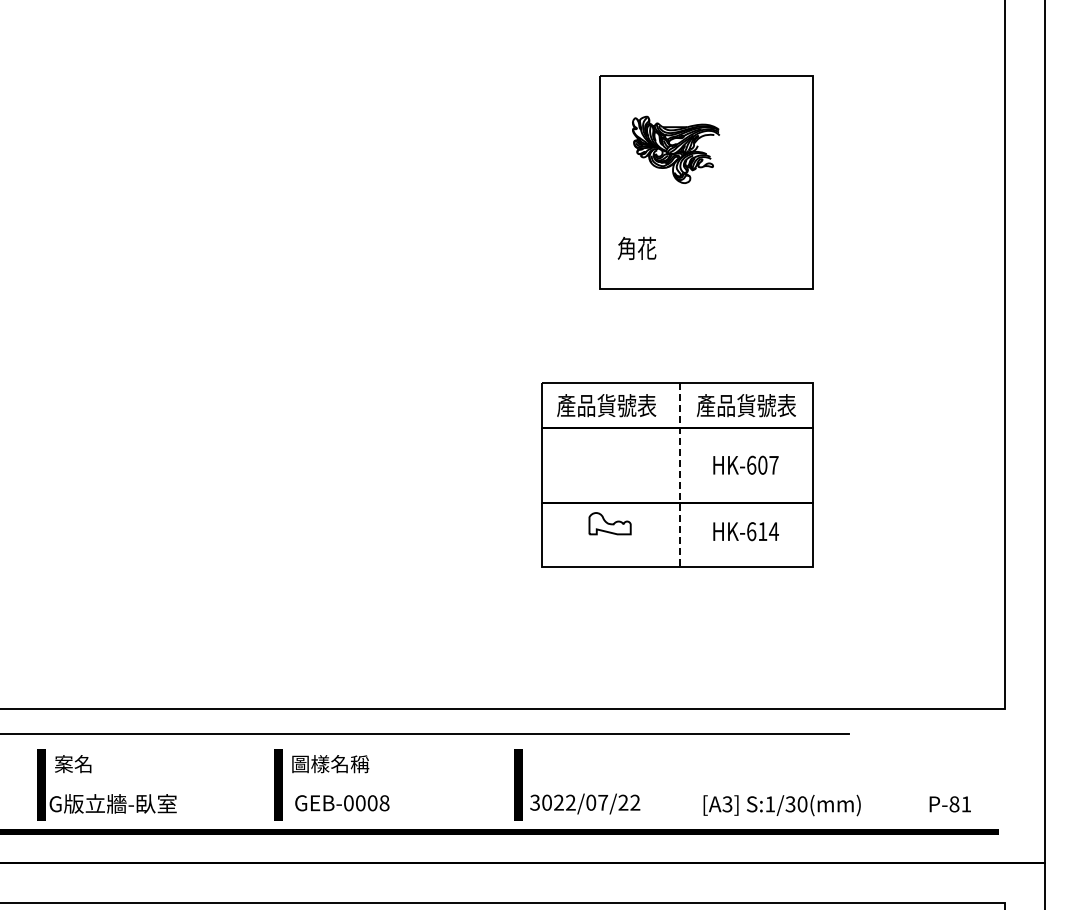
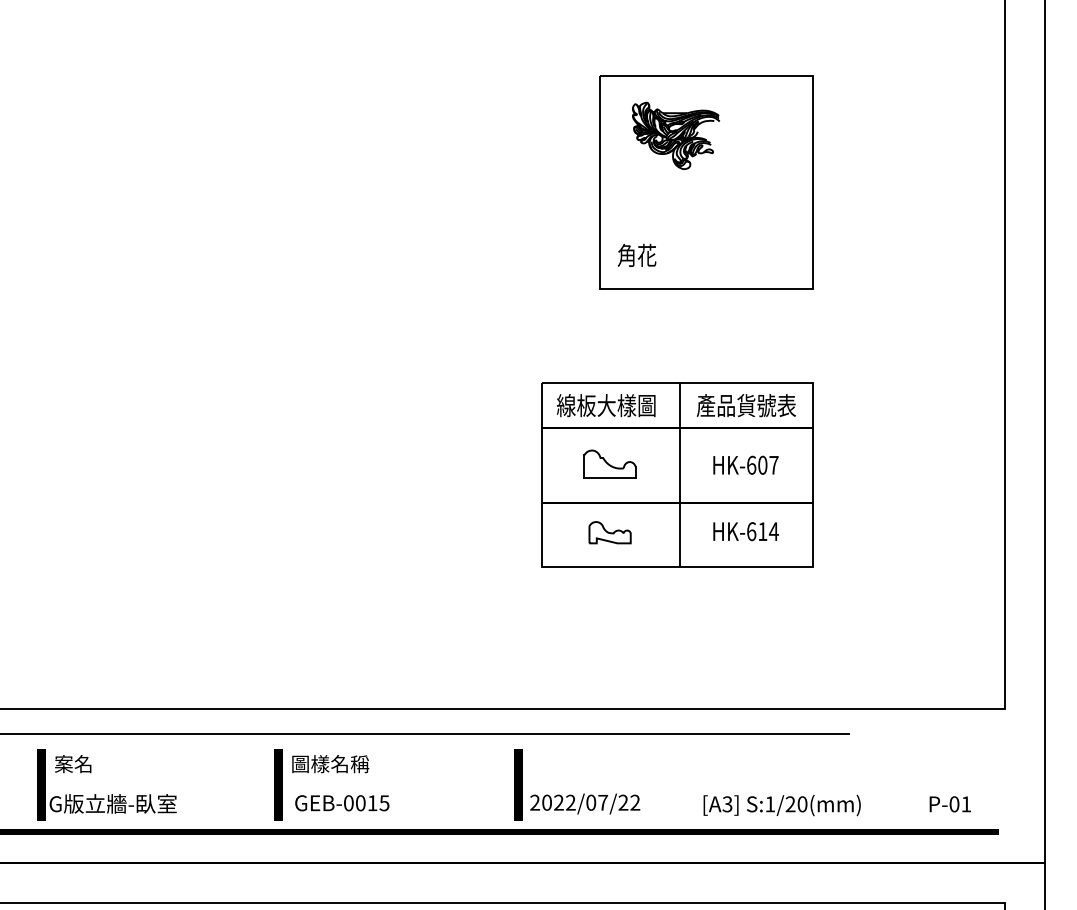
part at (675, 149) position: (675, 149) -> (675, 135)
text at (636, 247) position: (636, 247) -> (636, 254)
text at (606, 405): 產品貨號表 -> 線板大樣圖
part at (609, 463): none -> present
line at (680, 475): dashed -> solid
part at (609, 523) position: (609, 523) -> (609, 532)
text at (535, 802): 3022/07/22 -> 2022/07/22
text at (378, 803): GEB-0008 -> GEB-0015
text at (790, 804): S:1/30(mm) -> S:1/20(mm)
text at (954, 804): P-81 -> P-01
